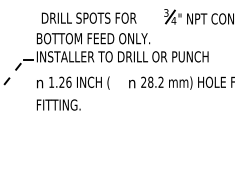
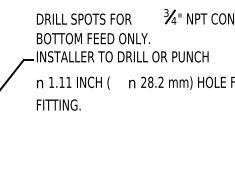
text at (89, 17) position: (89, 17) -> (84, 18)
line at (12, 74): dashed -> solid
text at (65, 81): 1.26 -> 1.11
